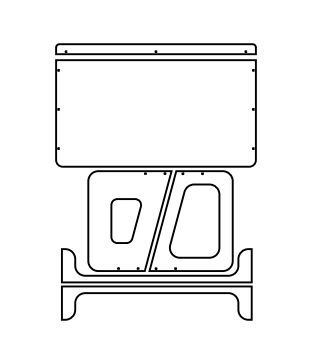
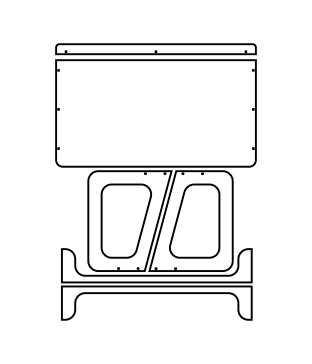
part at (125, 220) size: 32x46 px -> 52x76 px
